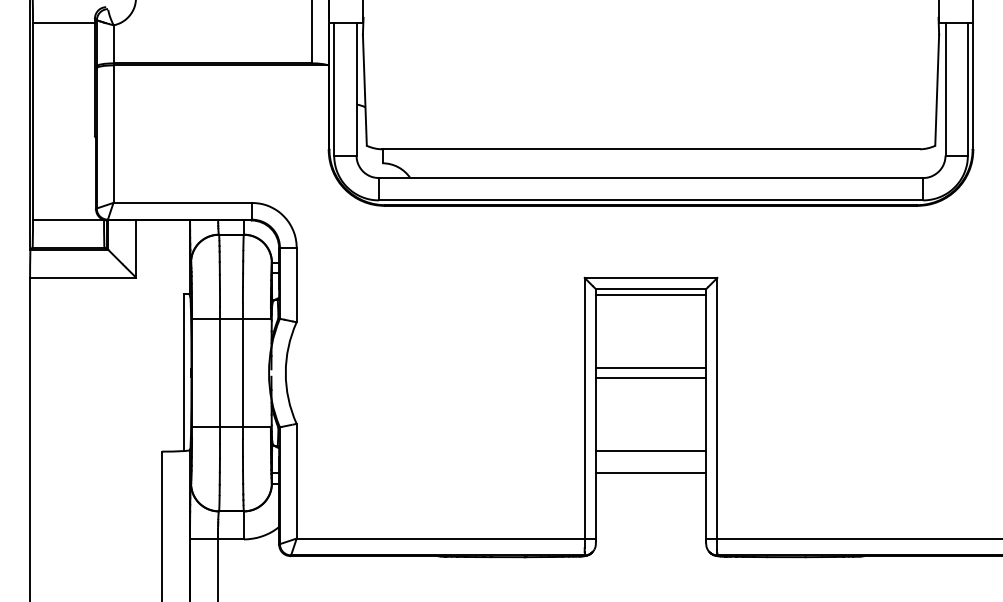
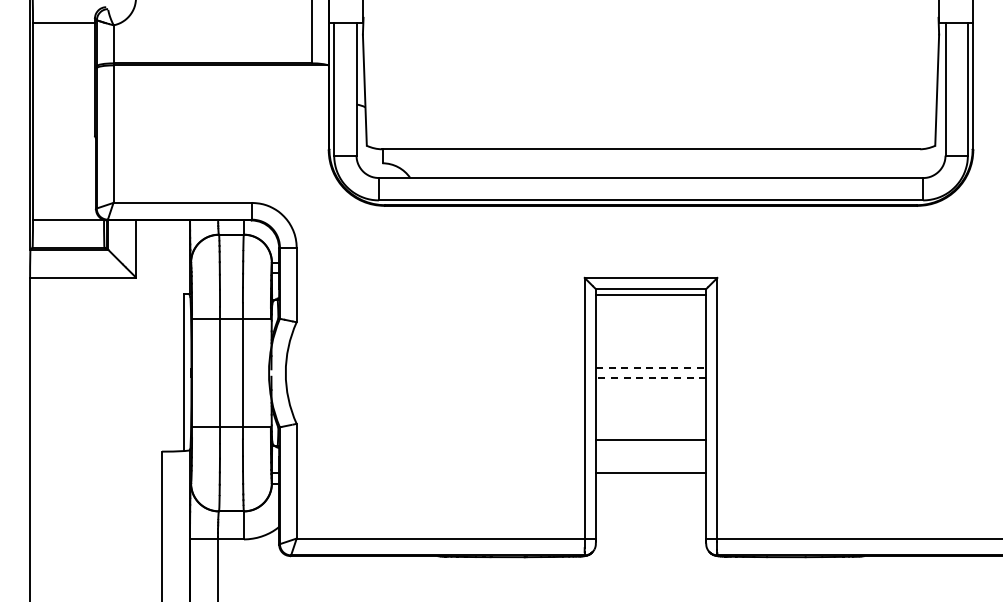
line at (651, 367): solid -> dashed
line at (650, 378): solid -> dashed
line at (650, 450) position: (650, 450) -> (650, 439)
